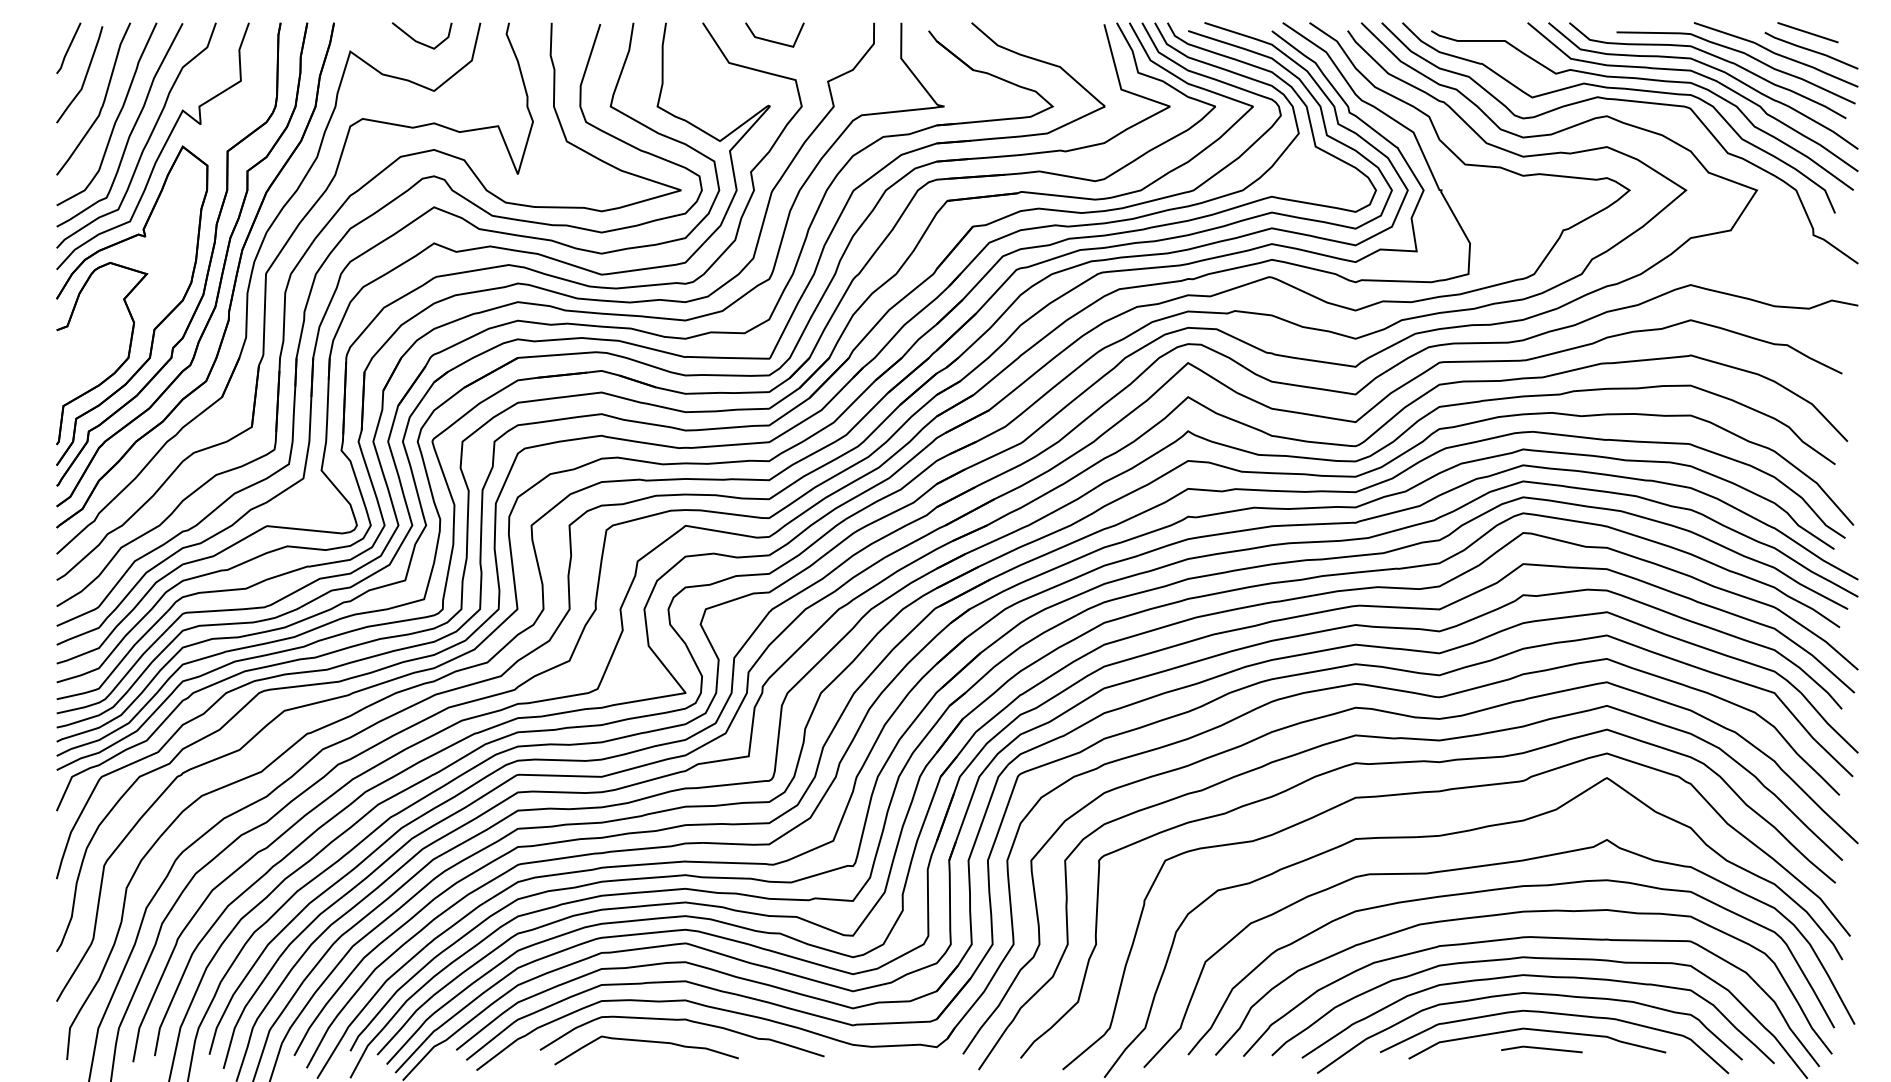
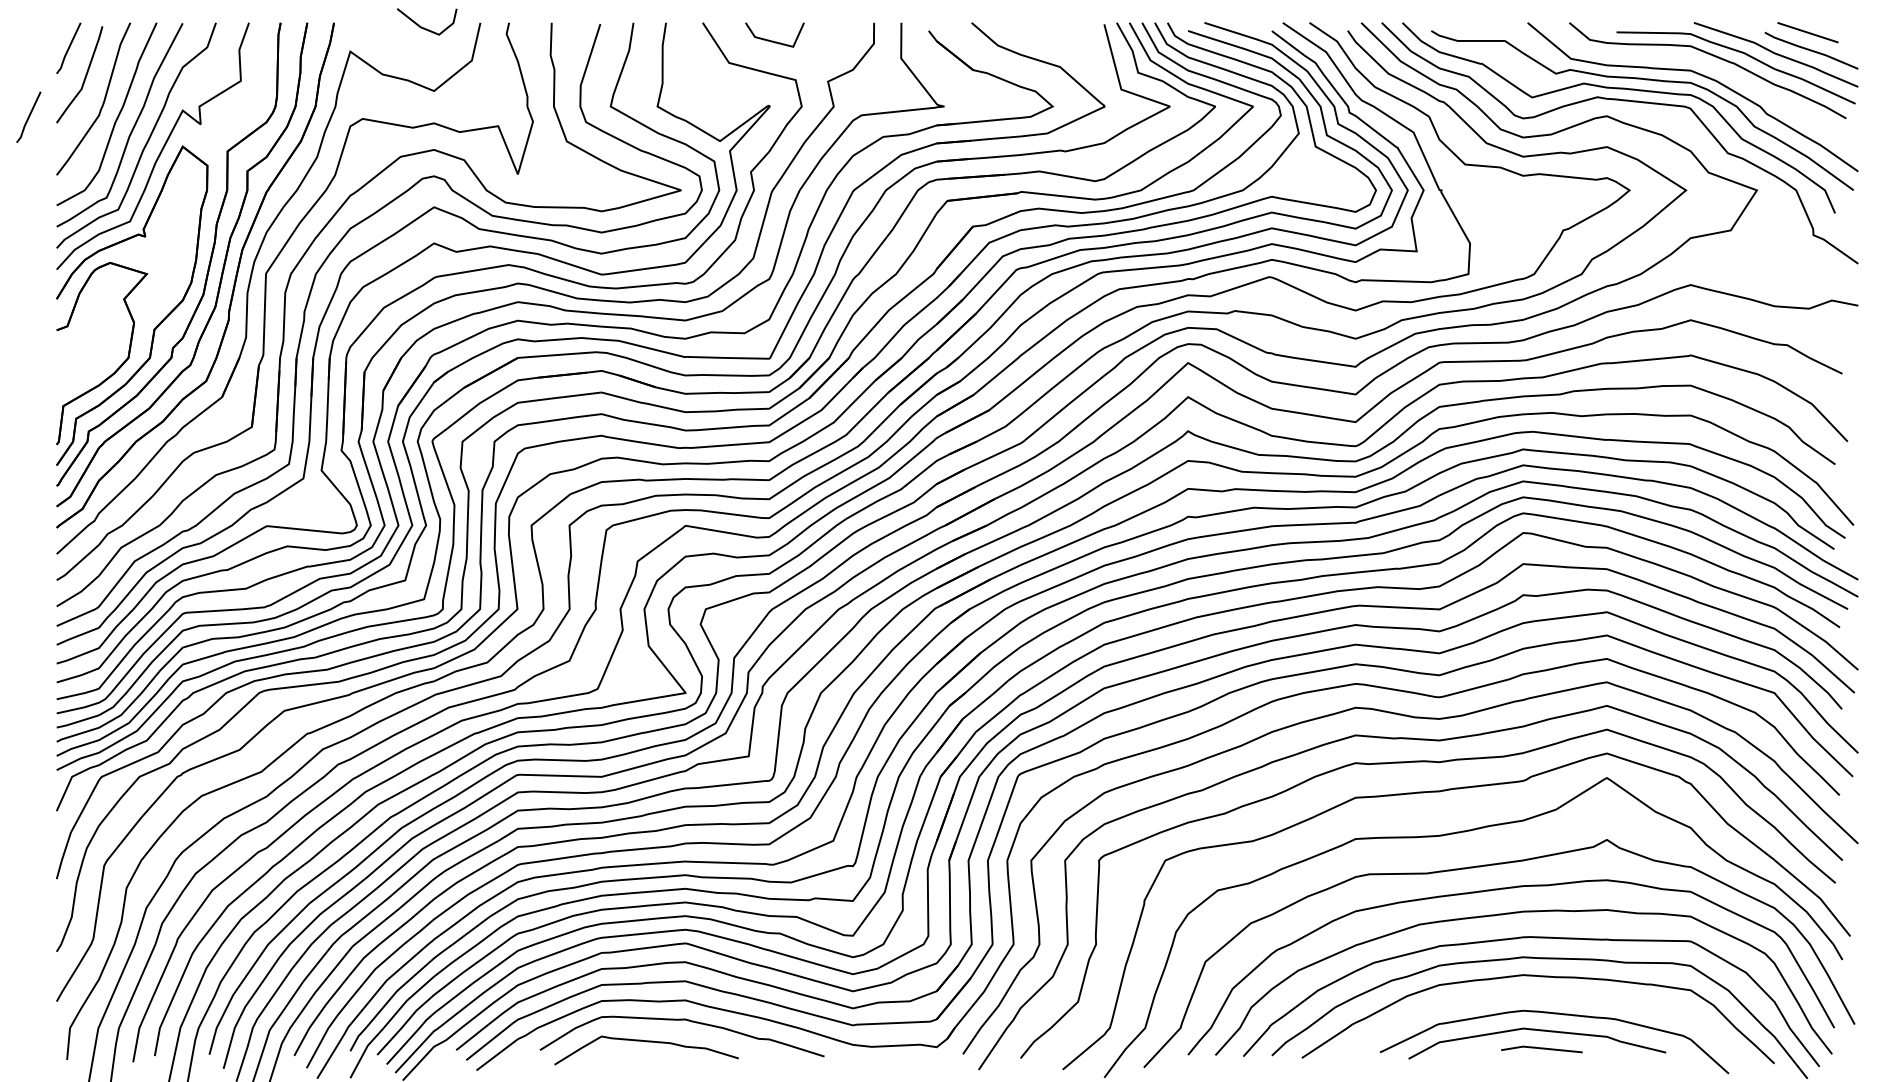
line at (419, 41) position: (419, 41) -> (424, 27)
curve at (1709, 67): present -> none
line at (28, 116): none -> present
curve at (1529, 994): present -> none
